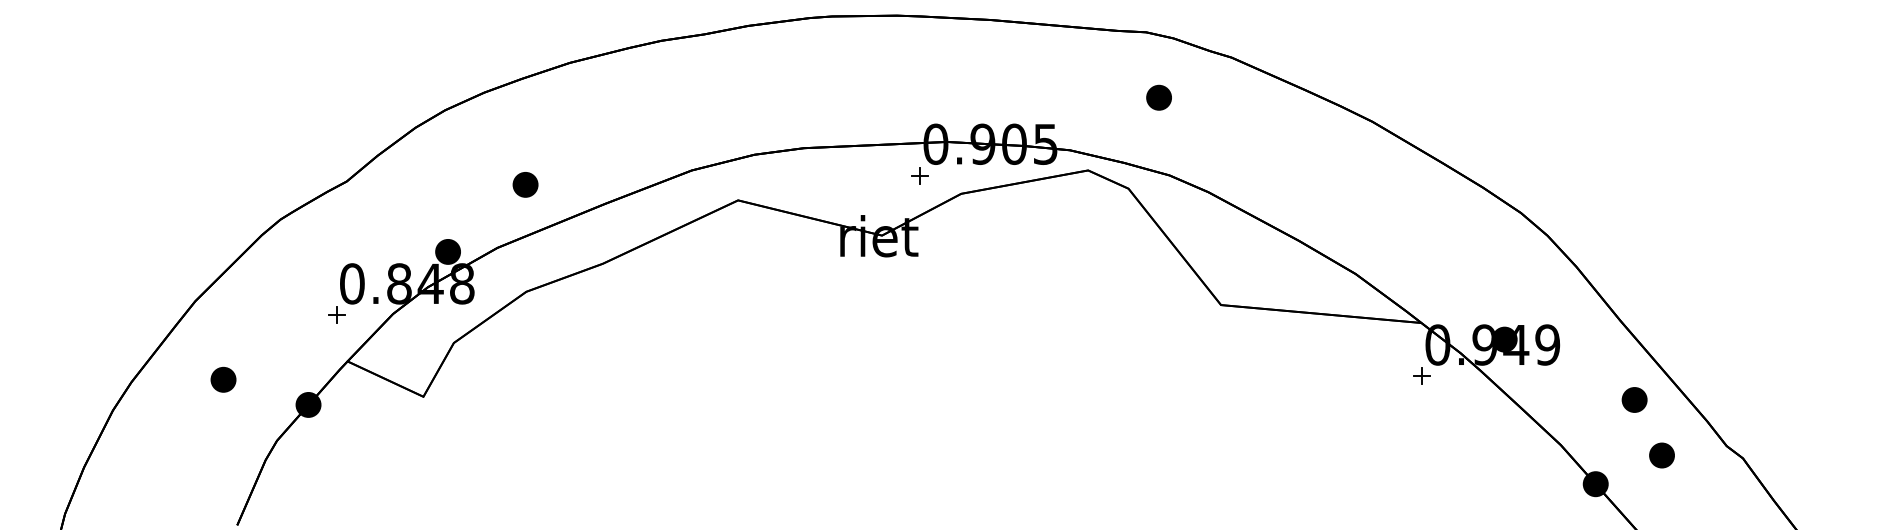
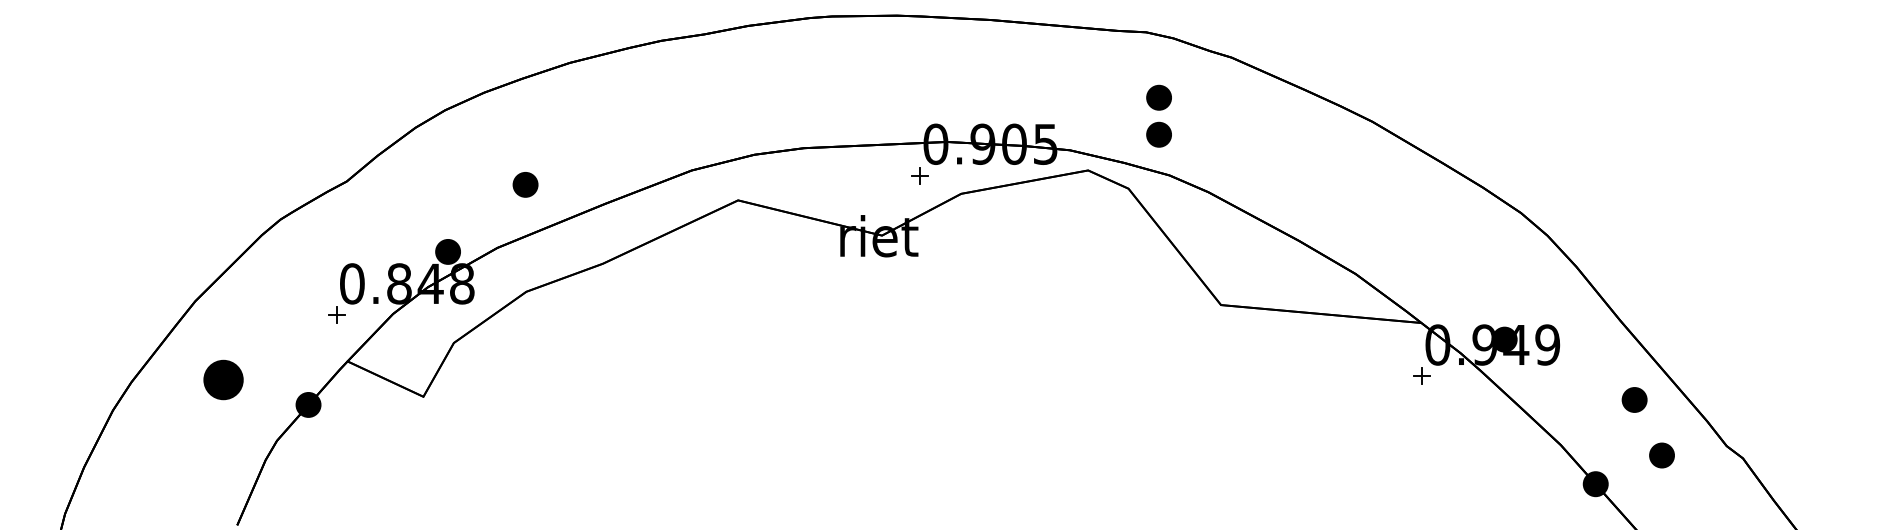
part at (1158, 134): none -> present
part at (223, 379) size: 27x27 px -> 41x42 px
